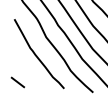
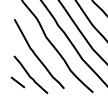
curve at (29, 74): none -> present
